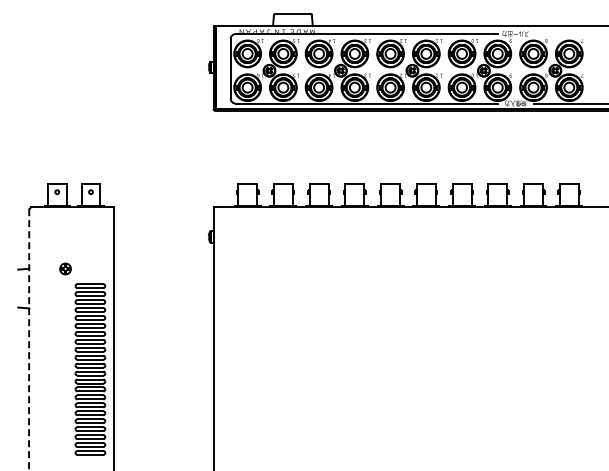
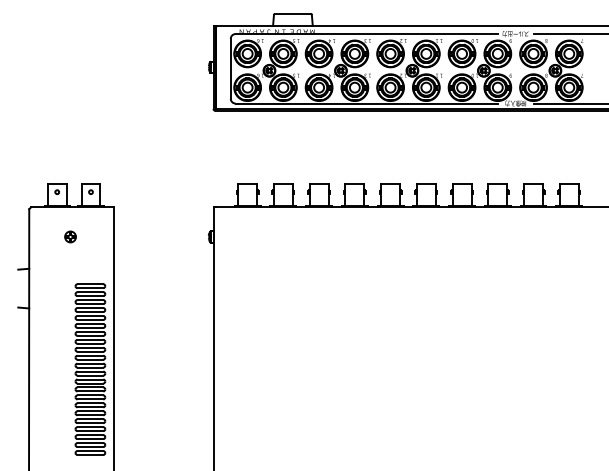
line at (569, 34): none -> present
part at (65, 268) position: (65, 268) -> (70, 236)
line at (29, 340): dashed -> solid
